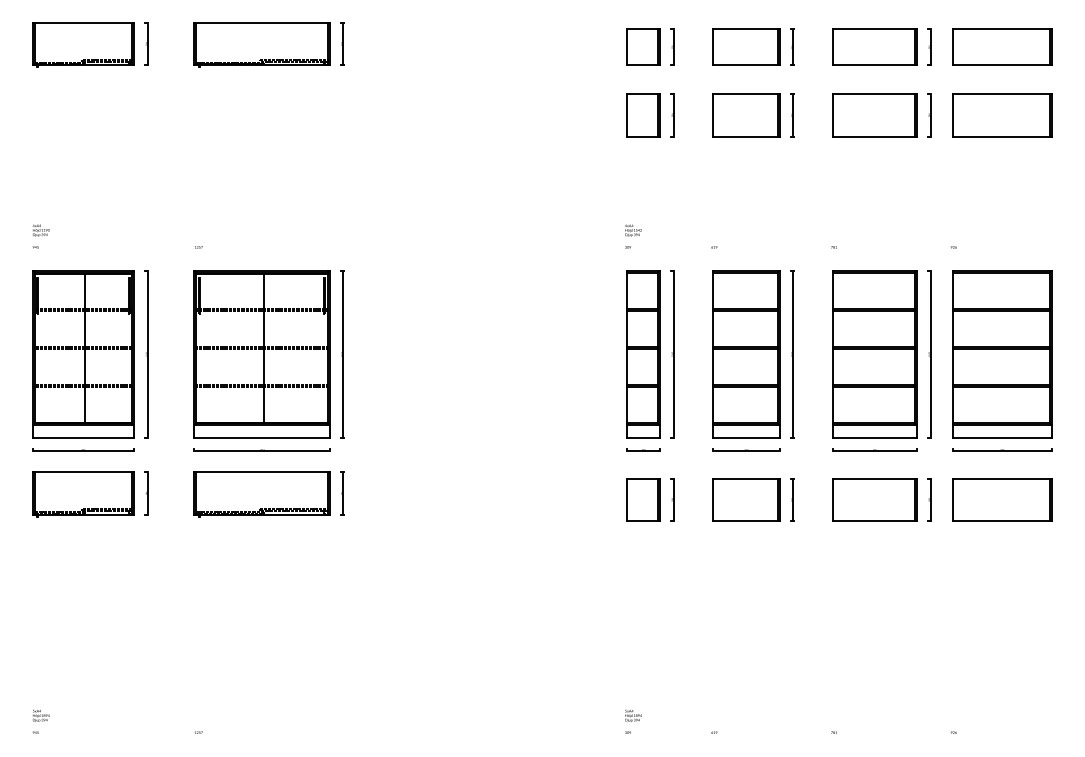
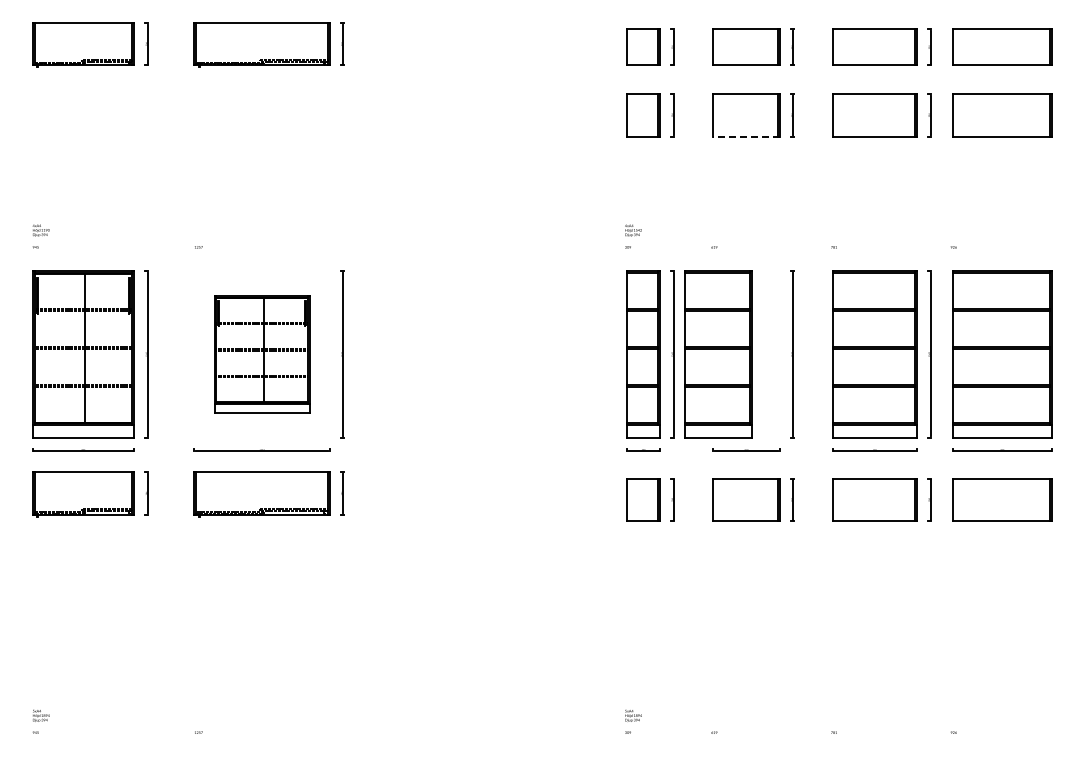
line at (746, 136): solid -> dashed
part at (261, 354) size: 138x169 px -> 97x119 px
part at (746, 354) position: (746, 354) -> (718, 354)
